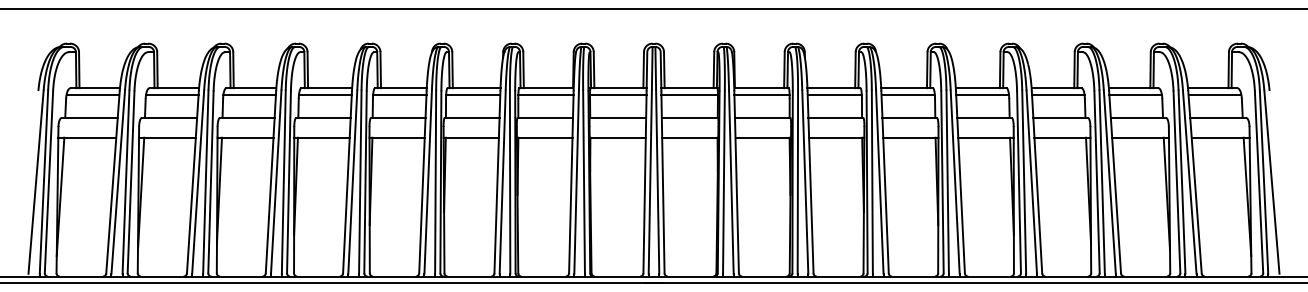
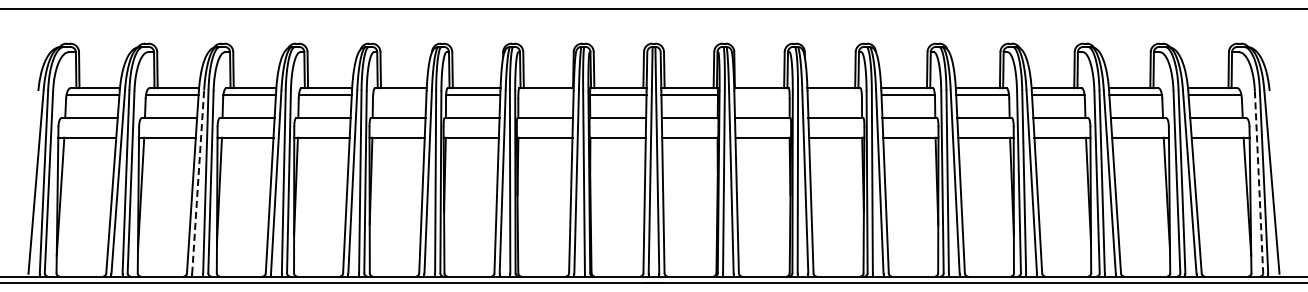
line at (399, 94): present -> none
line at (545, 94): present -> none
line at (761, 94): present -> none
line at (834, 94): present -> none
line at (198, 182): solid -> dashed
line at (1259, 182): solid -> dashed
